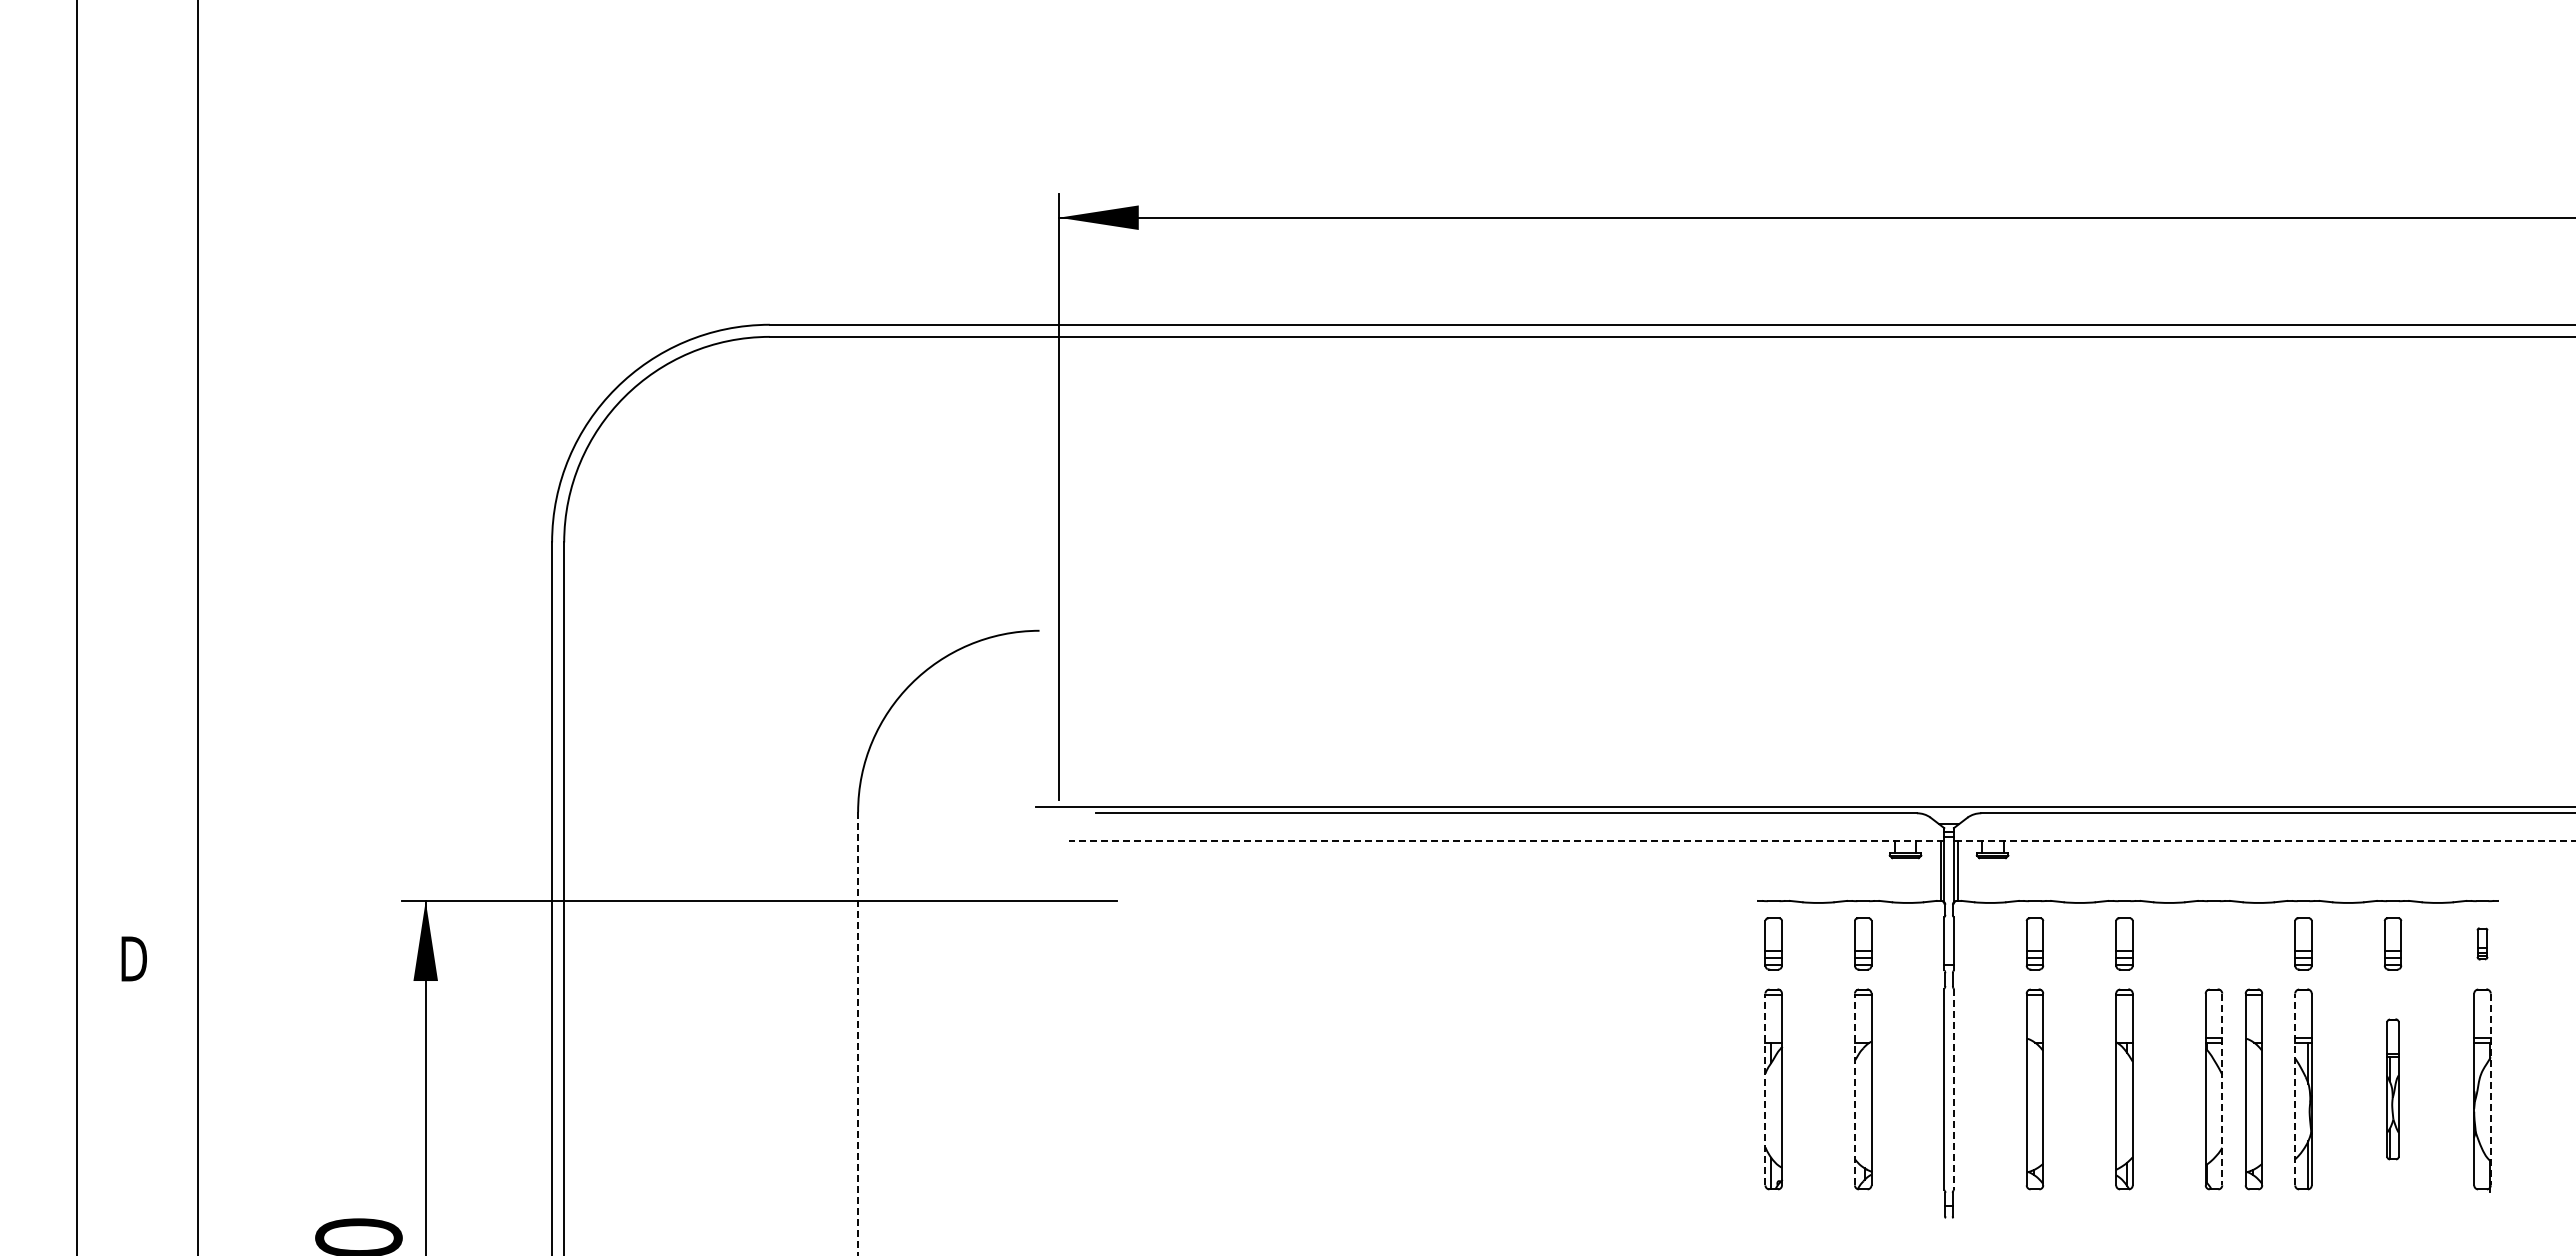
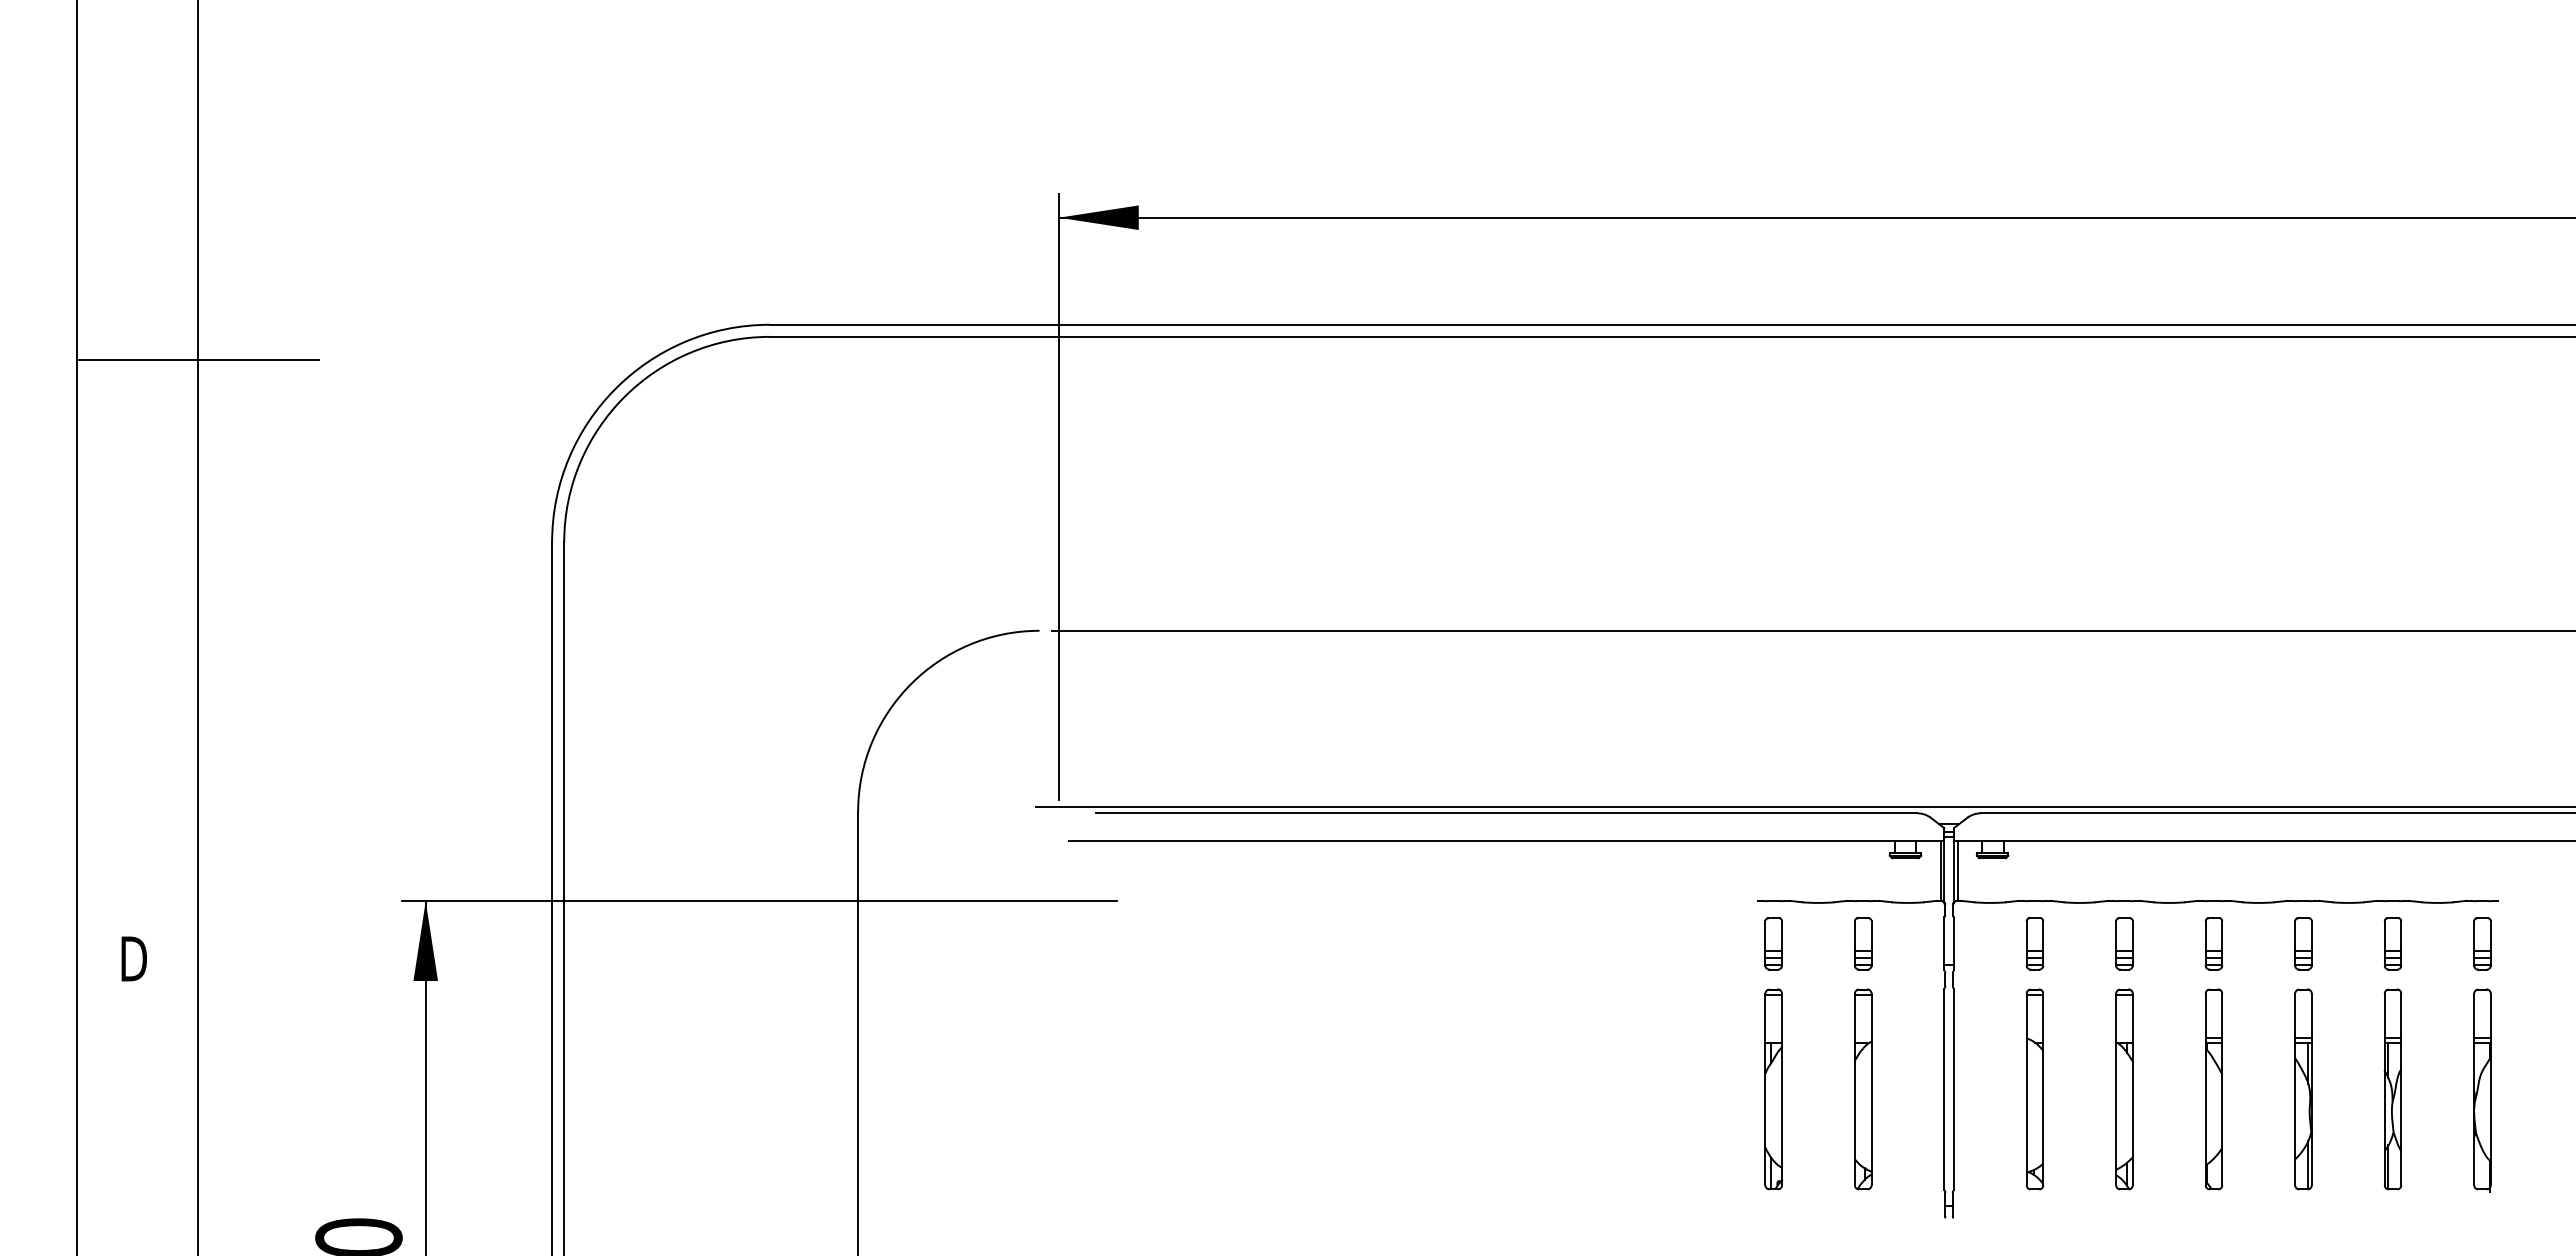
line at (198, 360): none -> present
line at (1811, 630): none -> present
line at (1506, 841): dashed -> solid
line at (2264, 841): dashed -> solid
part at (2213, 943): none -> present
part at (2482, 943) size: 13x34 px -> 19x54 px
line at (858, 1034): dashed -> solid
line at (1765, 1089): dashed -> solid
line at (1854, 1089): dashed -> solid
line at (1953, 1089): dashed -> solid
line at (2222, 1089): dashed -> solid
part at (2253, 1089): present -> none
line at (2295, 1089): dashed -> solid
part at (2392, 1089) size: 14x143 px -> 20x203 px
line at (2490, 1089): dashed -> solid
